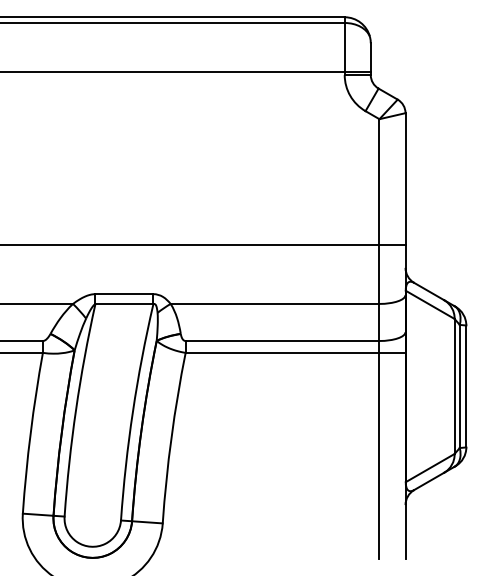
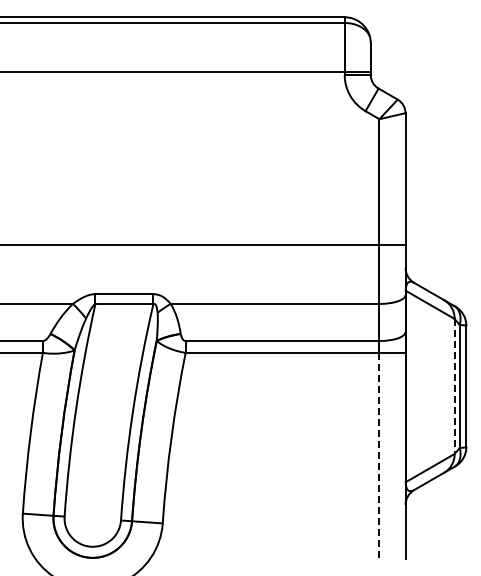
line at (454, 386): solid -> dashed
line at (379, 456): solid -> dashed
